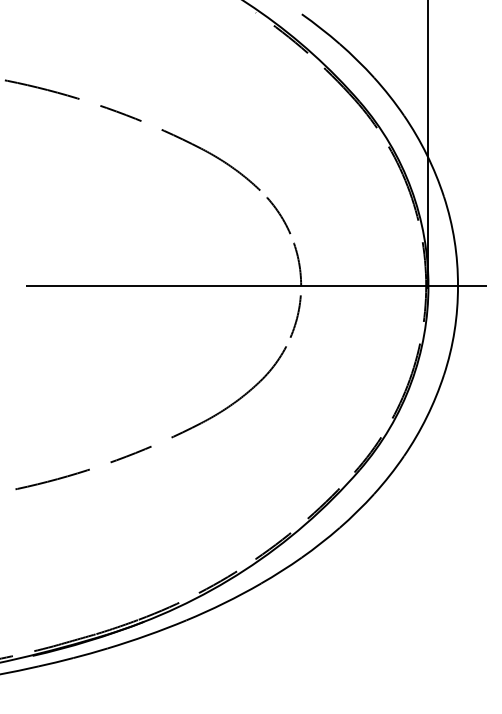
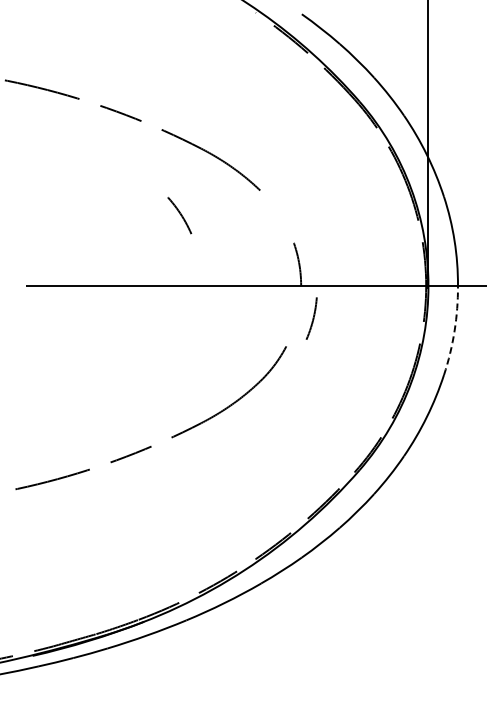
arc at (278, 214) position: (278, 214) -> (179, 214)
arc at (296, 316) position: (296, 316) -> (312, 318)
arc at (454, 331): solid -> dashed
